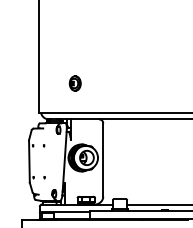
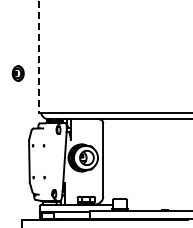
line at (38, 57): solid -> dashed
part at (74, 83) position: (74, 83) -> (17, 73)
line at (158, 204): present -> none
